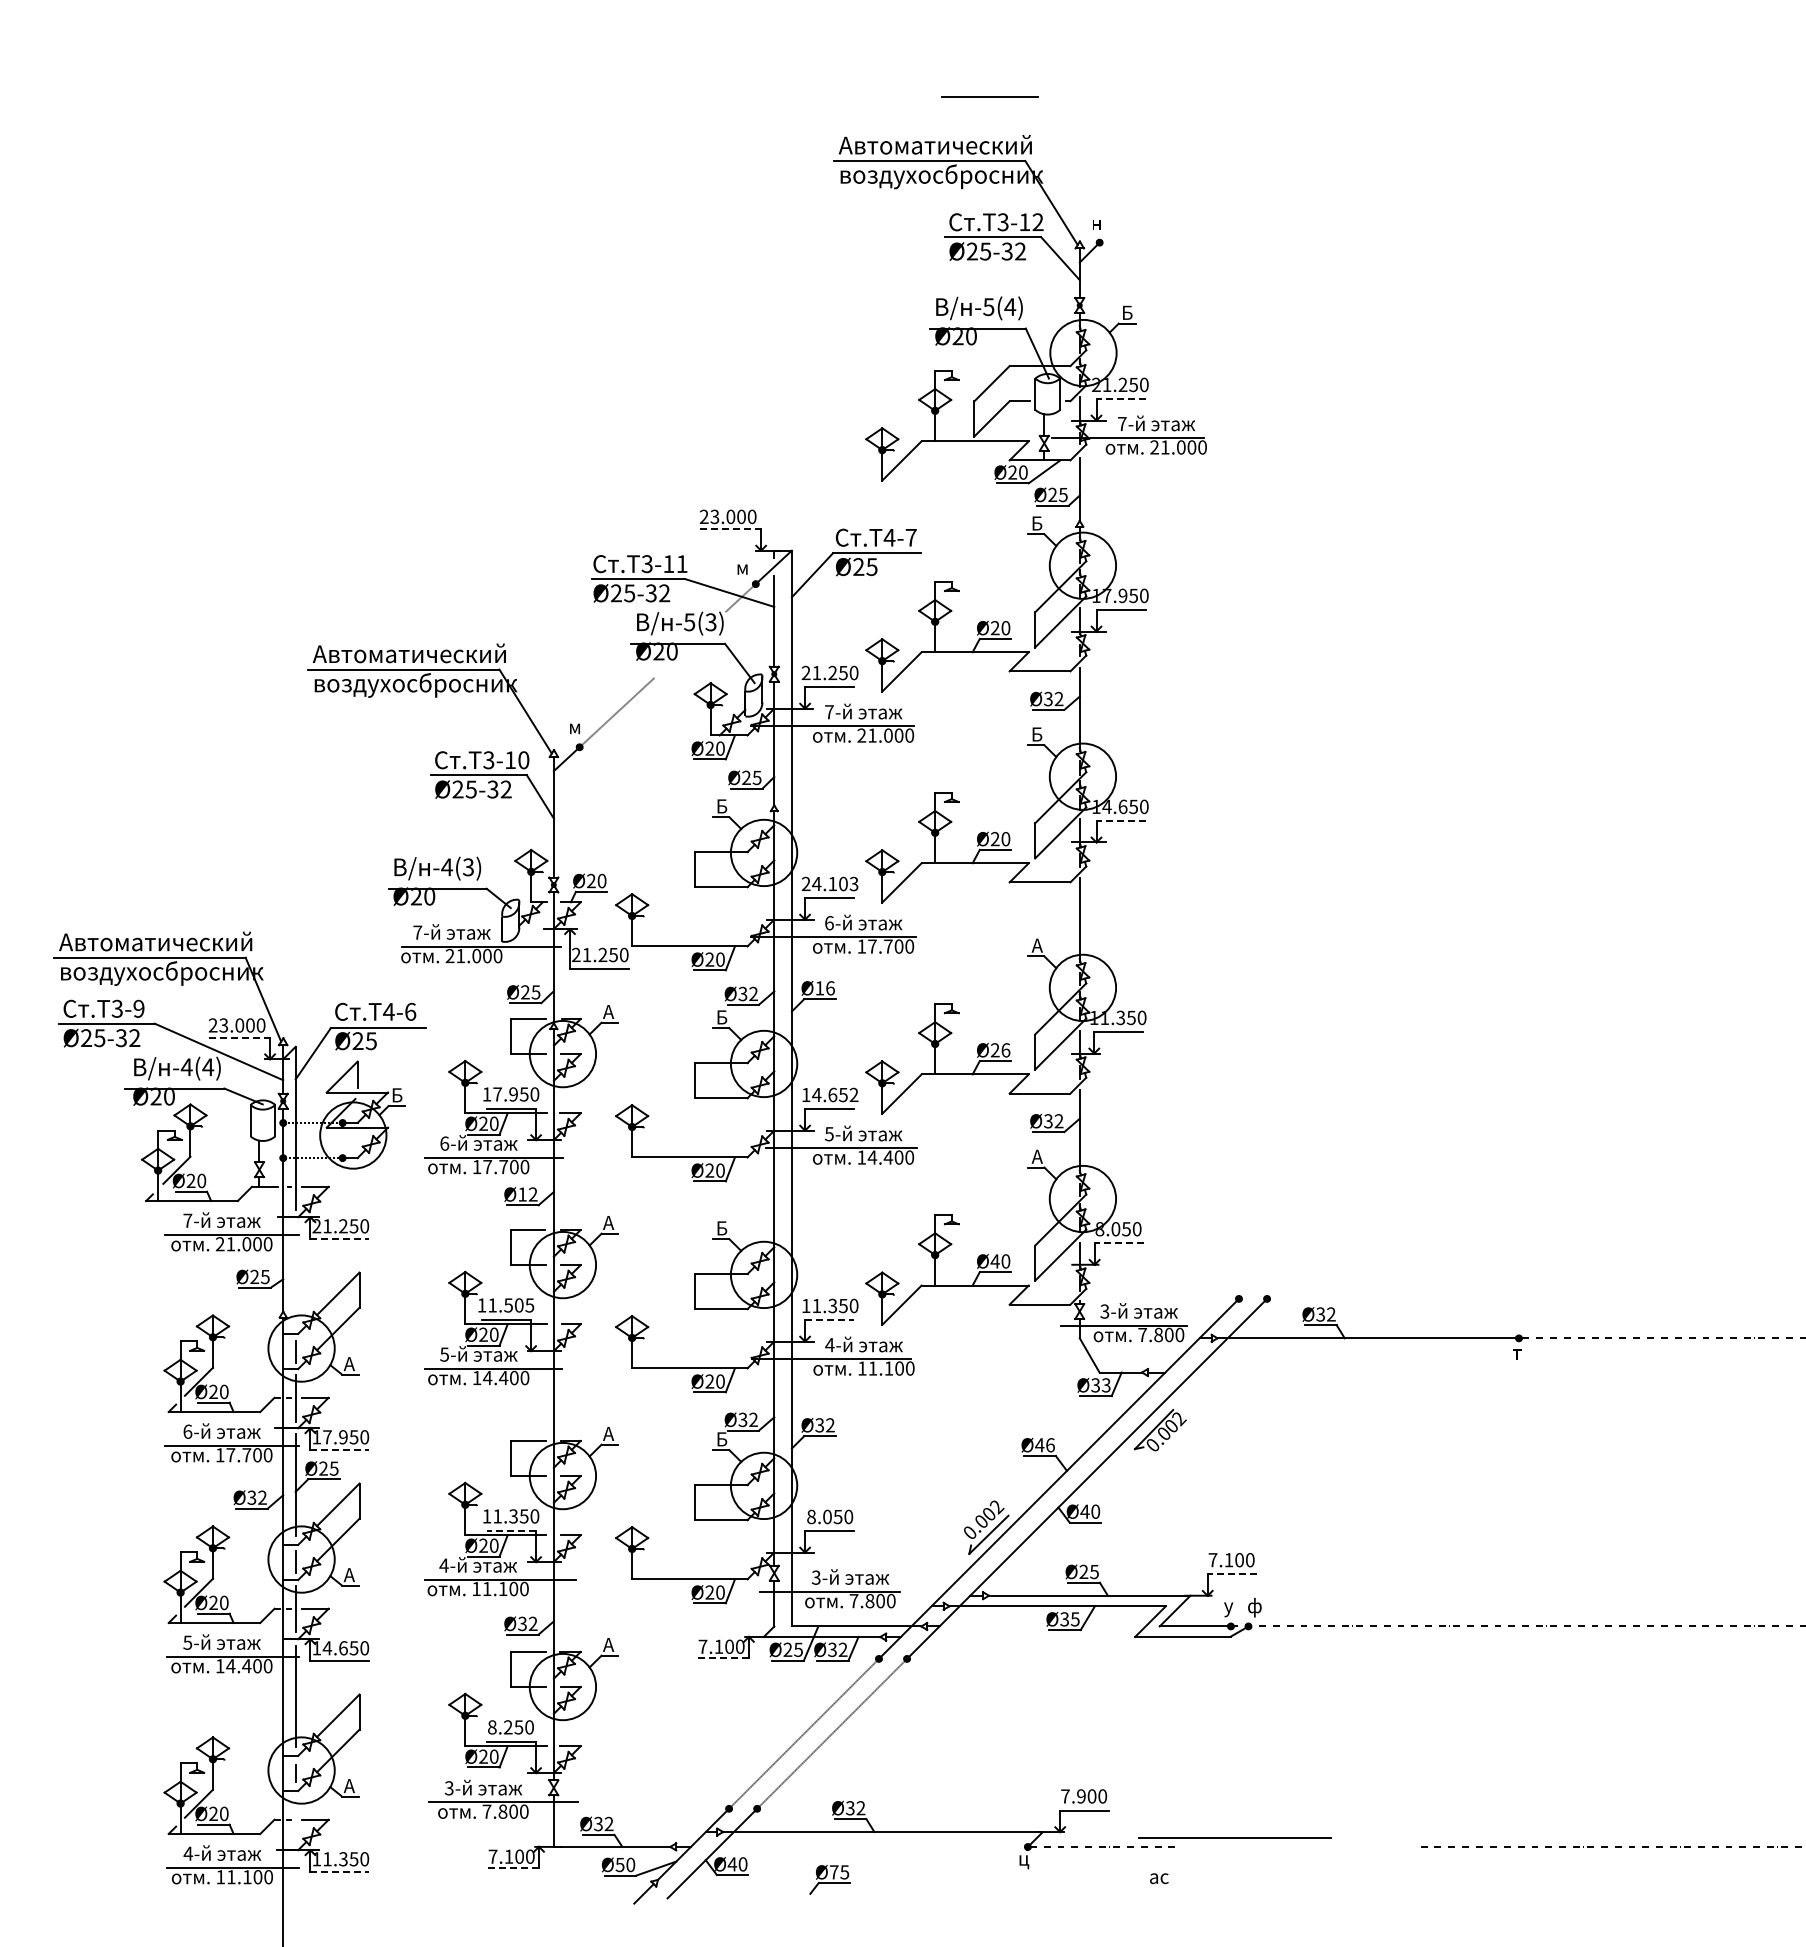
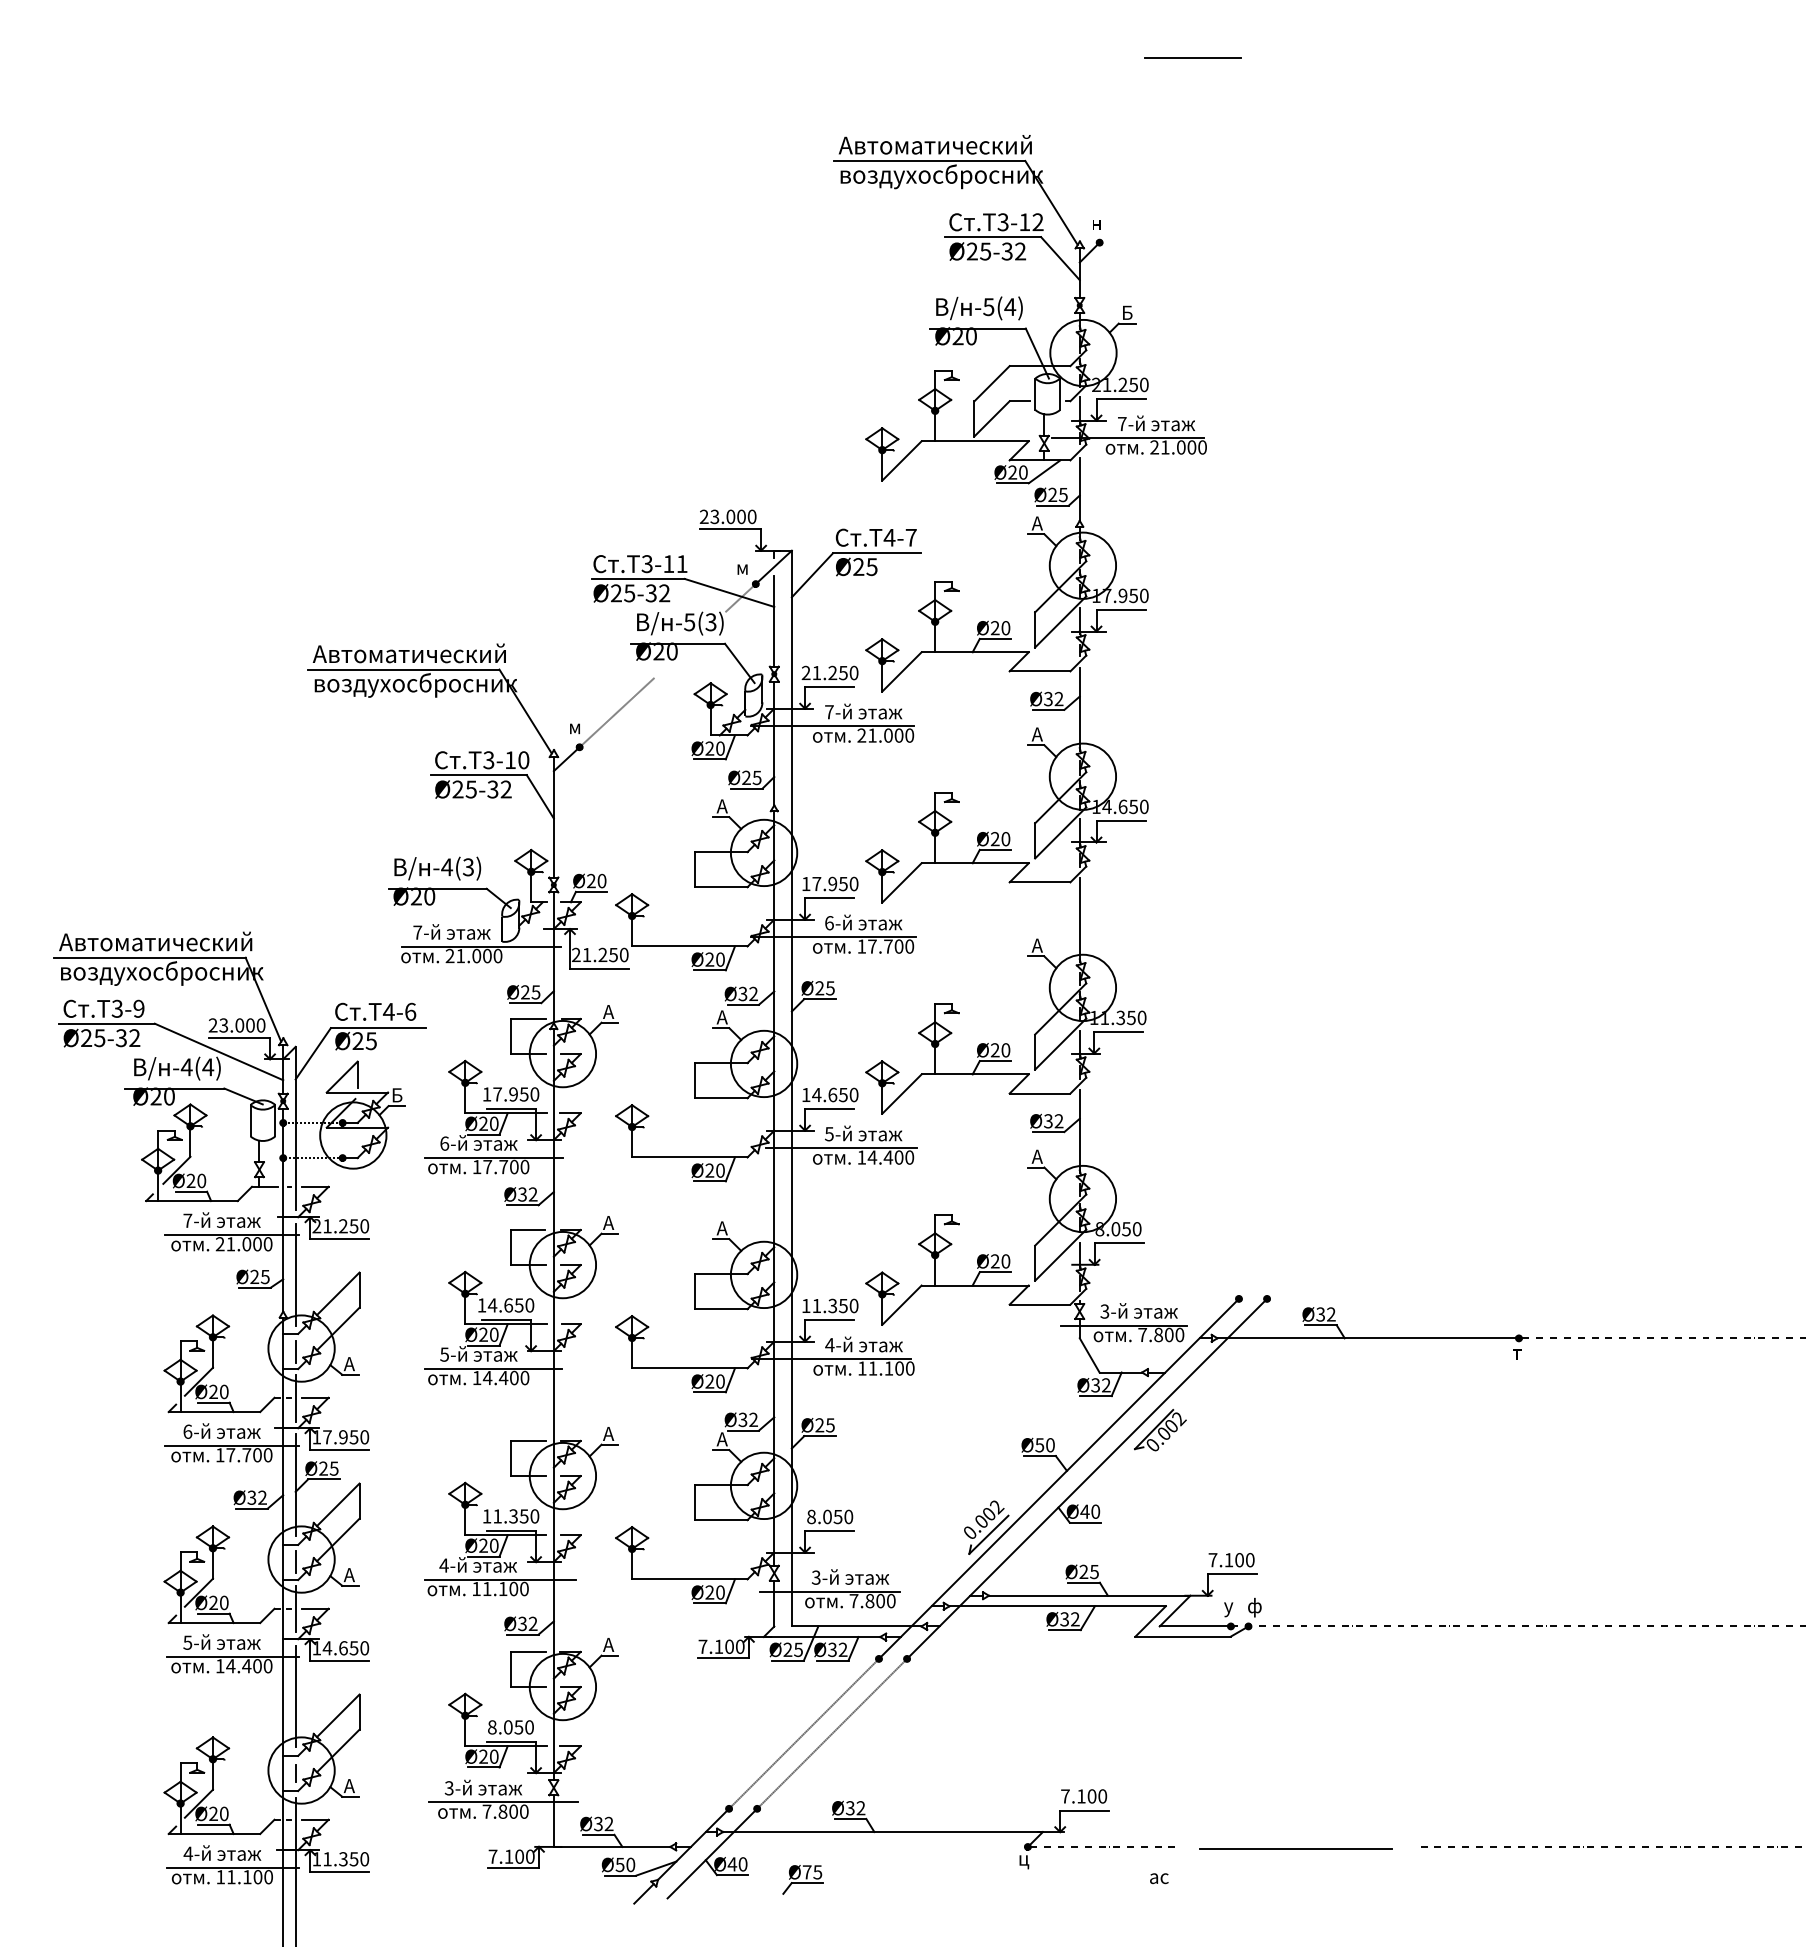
line at (989, 96) position: (989, 96) -> (1192, 57)
line at (1121, 399): dashed -> solid
text at (1036, 523): Б -> А
line at (730, 529): dashed -> solid
text at (1036, 734): Б -> А
text at (721, 806): Б -> А
line at (1121, 821): dashed -> solid
text at (829, 883): 24.103 -> 17.950
text at (824, 988): Ø16 -> Ø25
text at (721, 1017): Б -> А
line at (239, 1037): dashed -> solid
text at (1005, 1050): Ø26 -> Ø20
text at (853, 1094): 14.652 -> 14.650
text at (522, 1194): Ø12 -> Ø32
text at (721, 1228): Б -> А
line at (340, 1238): dashed -> solid
line at (1119, 1243): dashed -> solid
text at (994, 1261): Ø40 -> Ø20
line at (295, 1274): none -> present
text at (510, 1305): 11.505 -> 14.650
line at (829, 1320): dashed -> solid
text at (1105, 1385): Ø33 -> Ø32
text at (824, 1425): Ø32 -> Ø25
text at (721, 1439): Б -> А
text at (1044, 1445): Ø46 -> Ø50
line at (340, 1449): dashed -> solid
line at (511, 1530): dashed -> solid
line at (1232, 1574): dashed -> solid
text at (1074, 1619): Ø35 -> Ø32
line at (723, 1658): dashed -> solid
text at (508, 1727): 8.250 -> 8.050
text at (1081, 1796): 7.900 -> 7.100
line at (1234, 1837) position: (1234, 1837) -> (1295, 1848)
line at (513, 1868): dashed -> solid
line at (295, 1870): none -> present
line at (340, 1871): dashed -> solid
part at (829, 1879) position: (829, 1879) -> (802, 1879)
